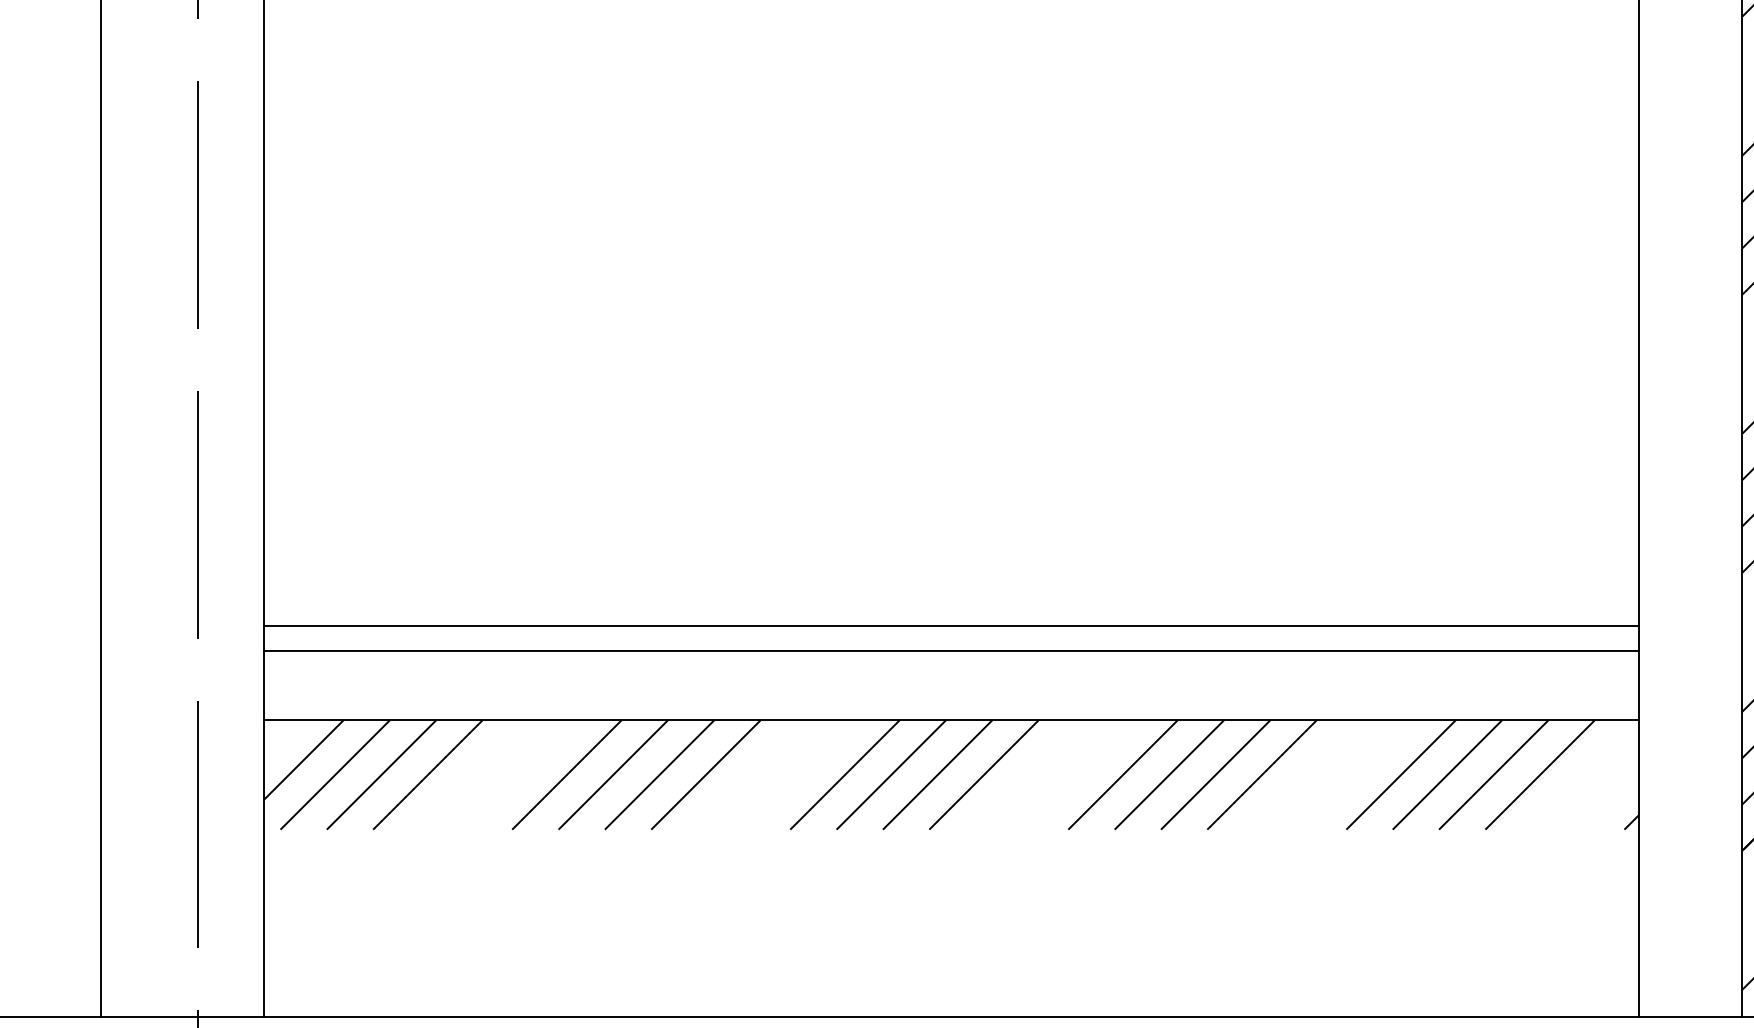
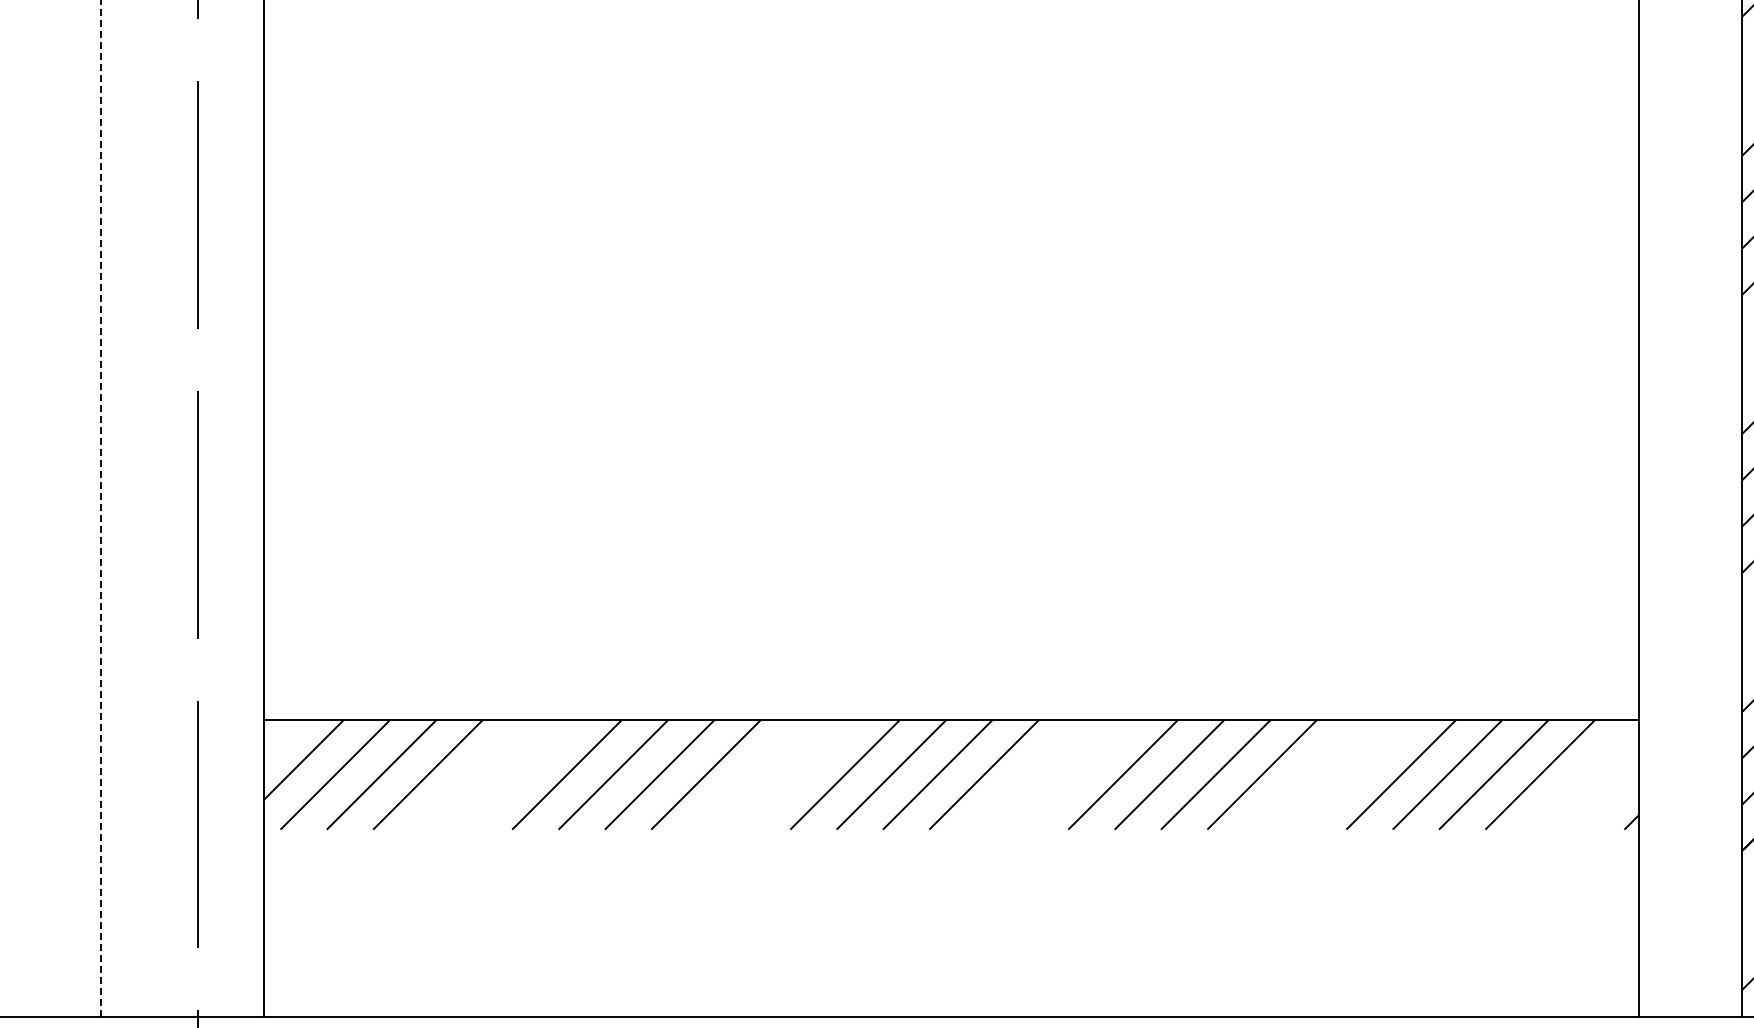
line at (101, 509): solid -> dashed
line at (951, 625): present -> none
line at (951, 650): present -> none
